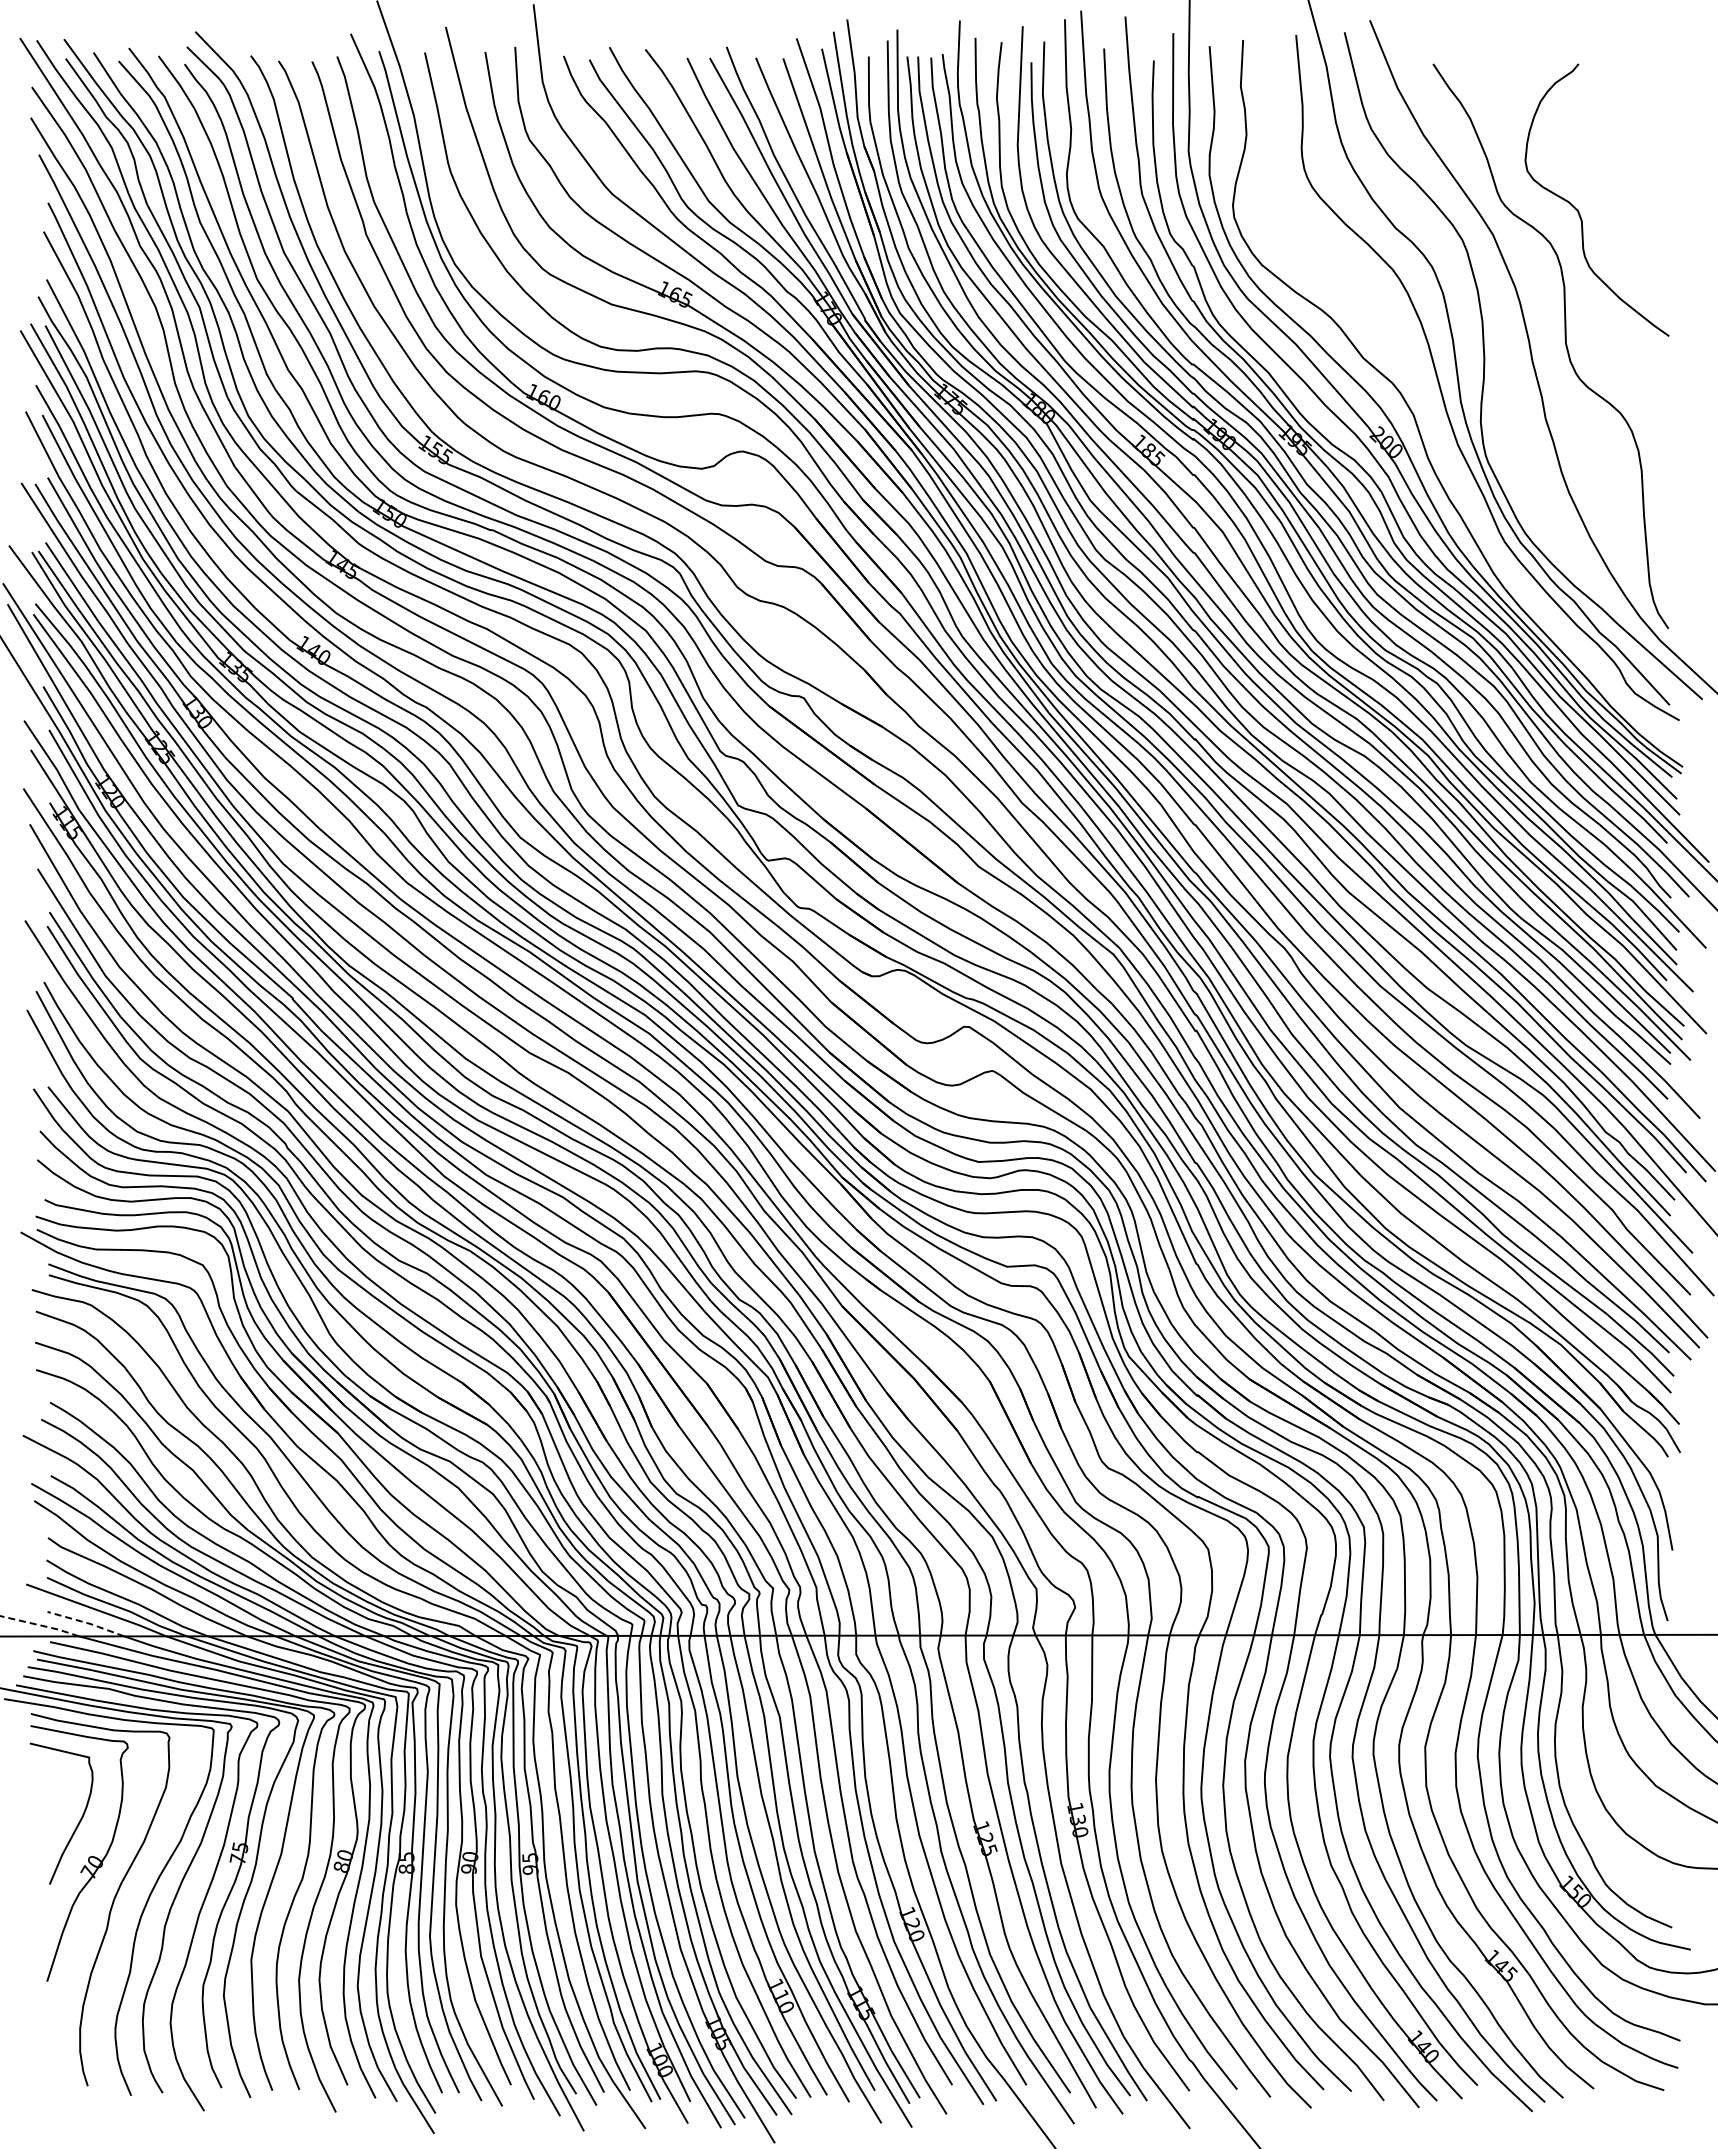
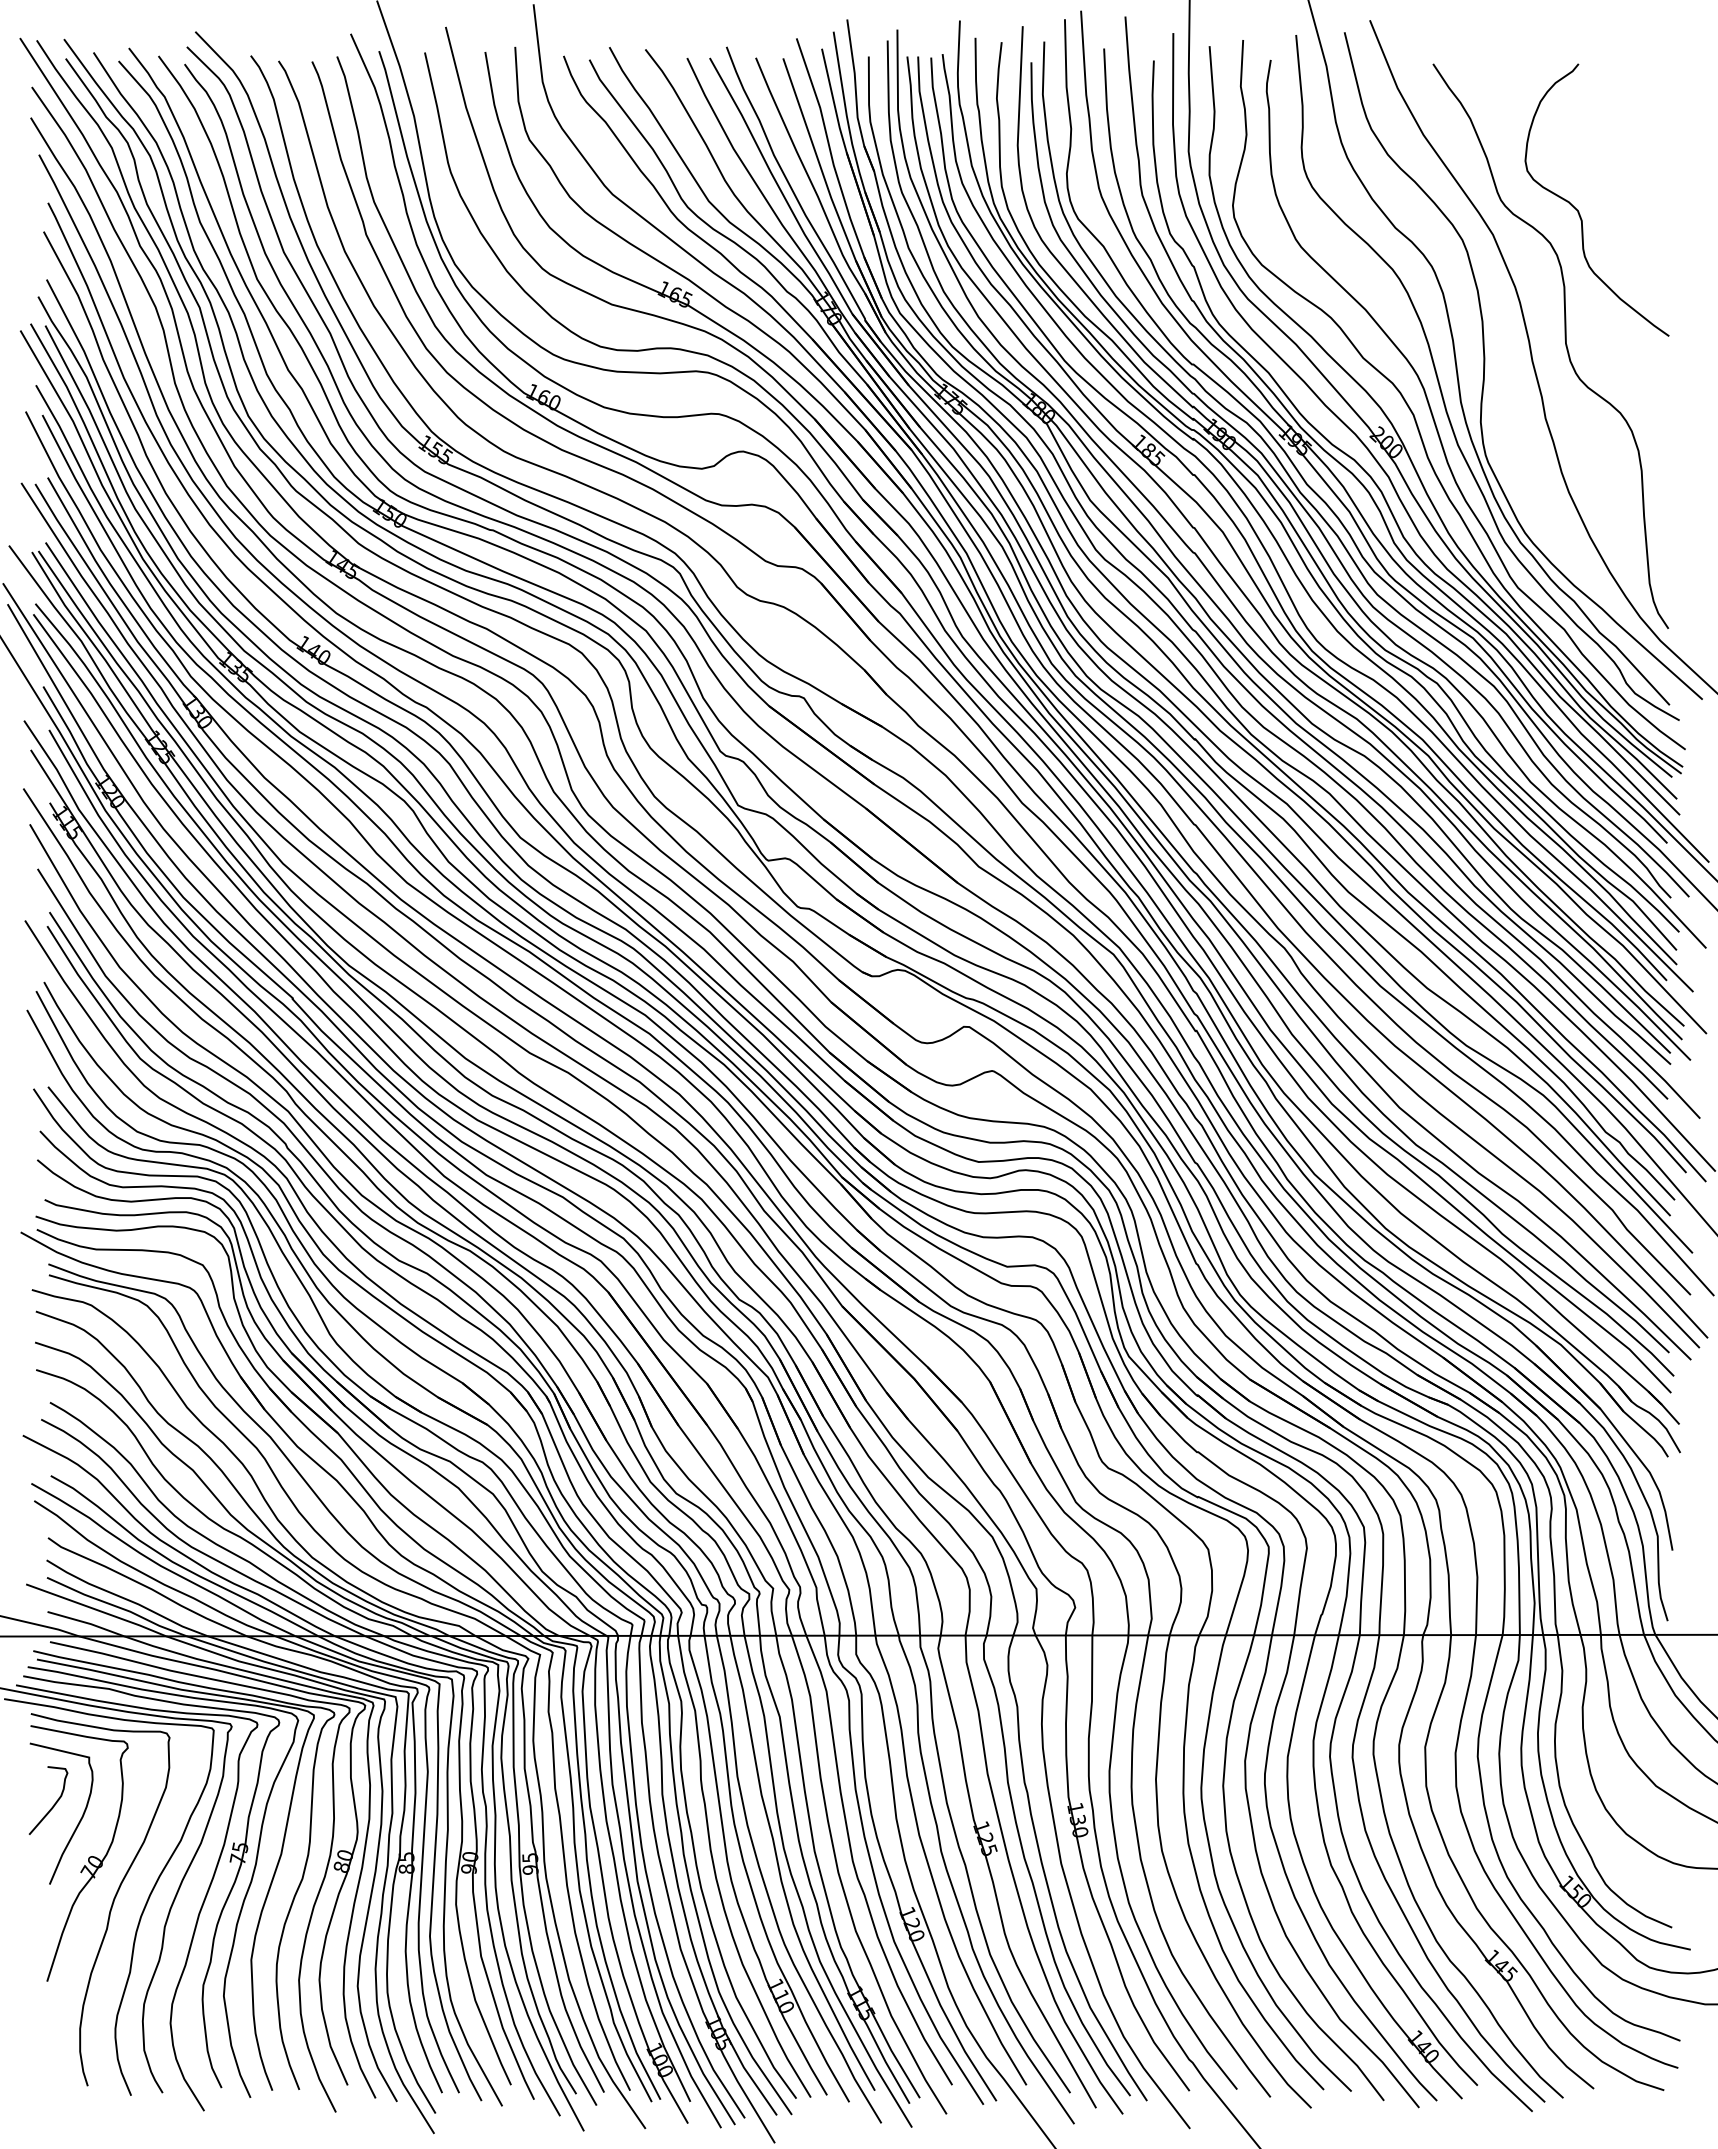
curve at (1433, 414): none -> present
line at (86, 1622): dashed -> solid
line at (40, 1625): dashed -> solid
curve at (53, 1804): none -> present
